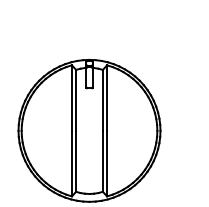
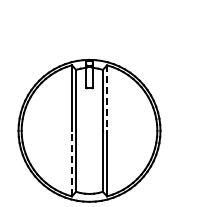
line at (107, 98): solid -> dashed
line at (71, 163): solid -> dashed
